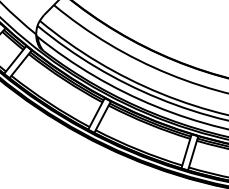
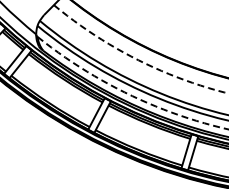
arc at (136, 59): solid -> dashed
arc at (128, 94): solid -> dashed
